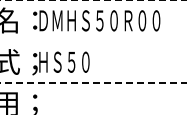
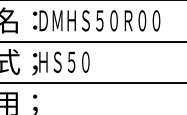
line at (93, 0): dashed -> solid
line at (92, 41): none -> present
line at (93, 83): dashed -> solid
